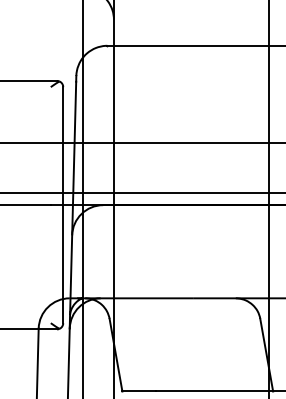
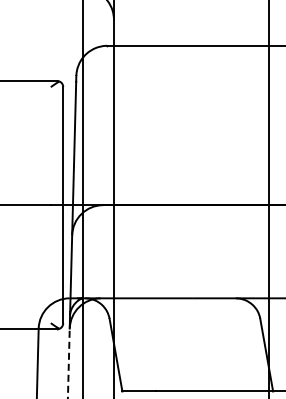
line at (142, 143): present -> none
line at (142, 192): present -> none
line at (68, 363): solid -> dashed
